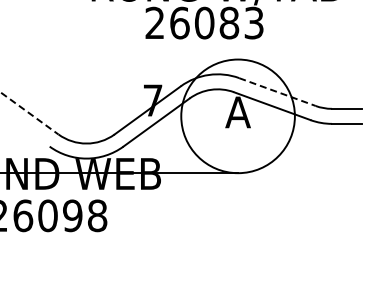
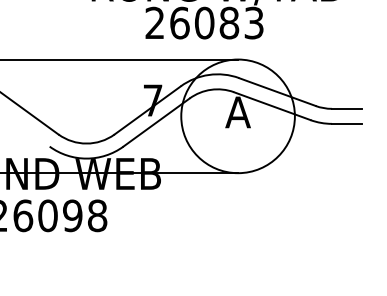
line at (120, 59): none -> present
line at (277, 92): dashed -> solid
line at (29, 113): dashed -> solid
